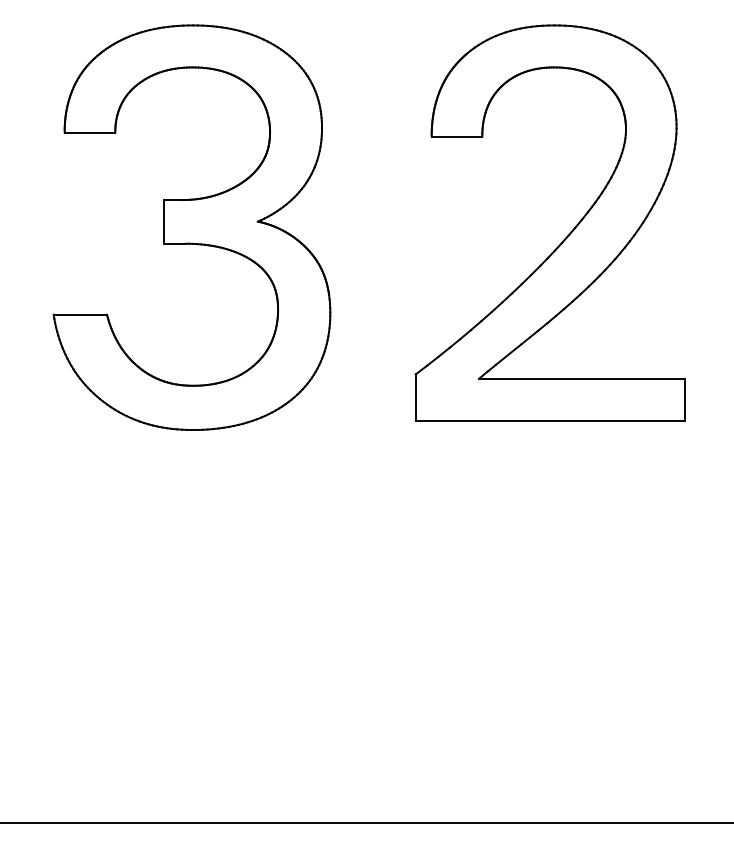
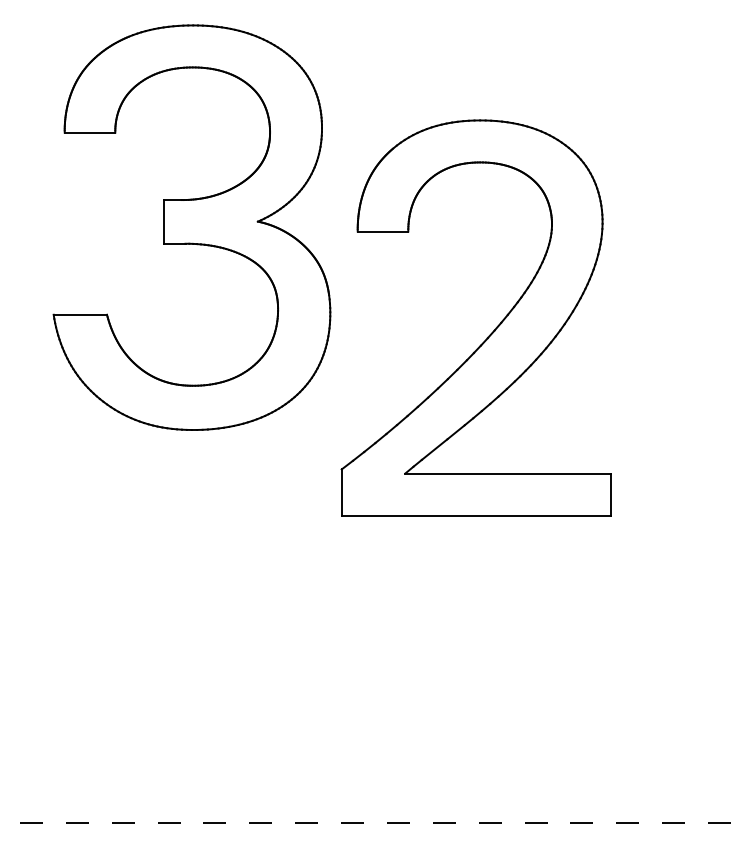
part at (565, 237) position: (565, 237) -> (491, 332)
line at (367, 822): solid -> dashed
